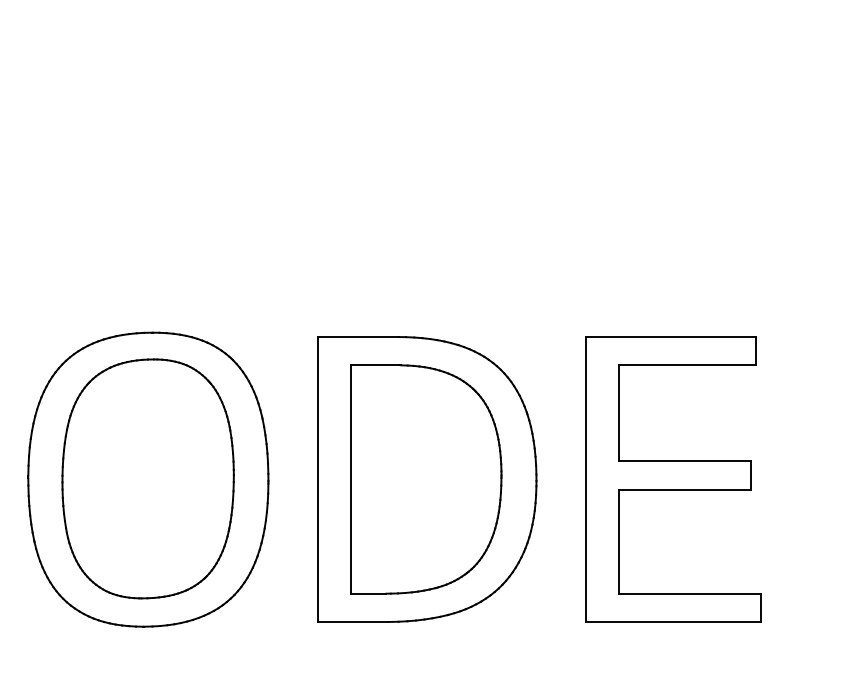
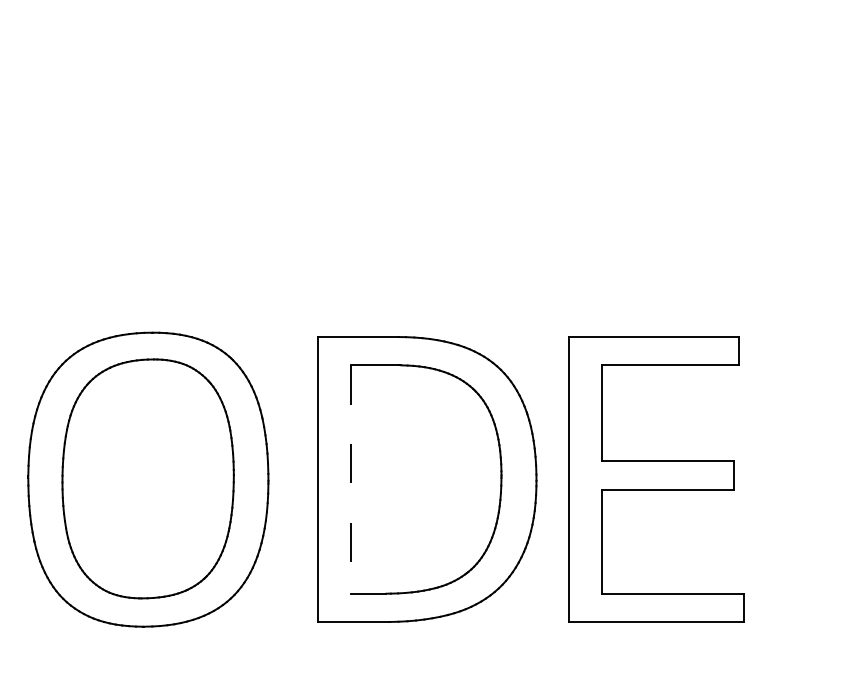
part at (673, 479) position: (673, 479) -> (656, 479)
line at (350, 480): solid -> dashed
